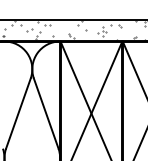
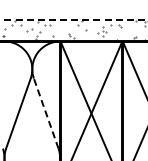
line at (74, 20): solid -> dashed
line at (46, 113): solid -> dashed
